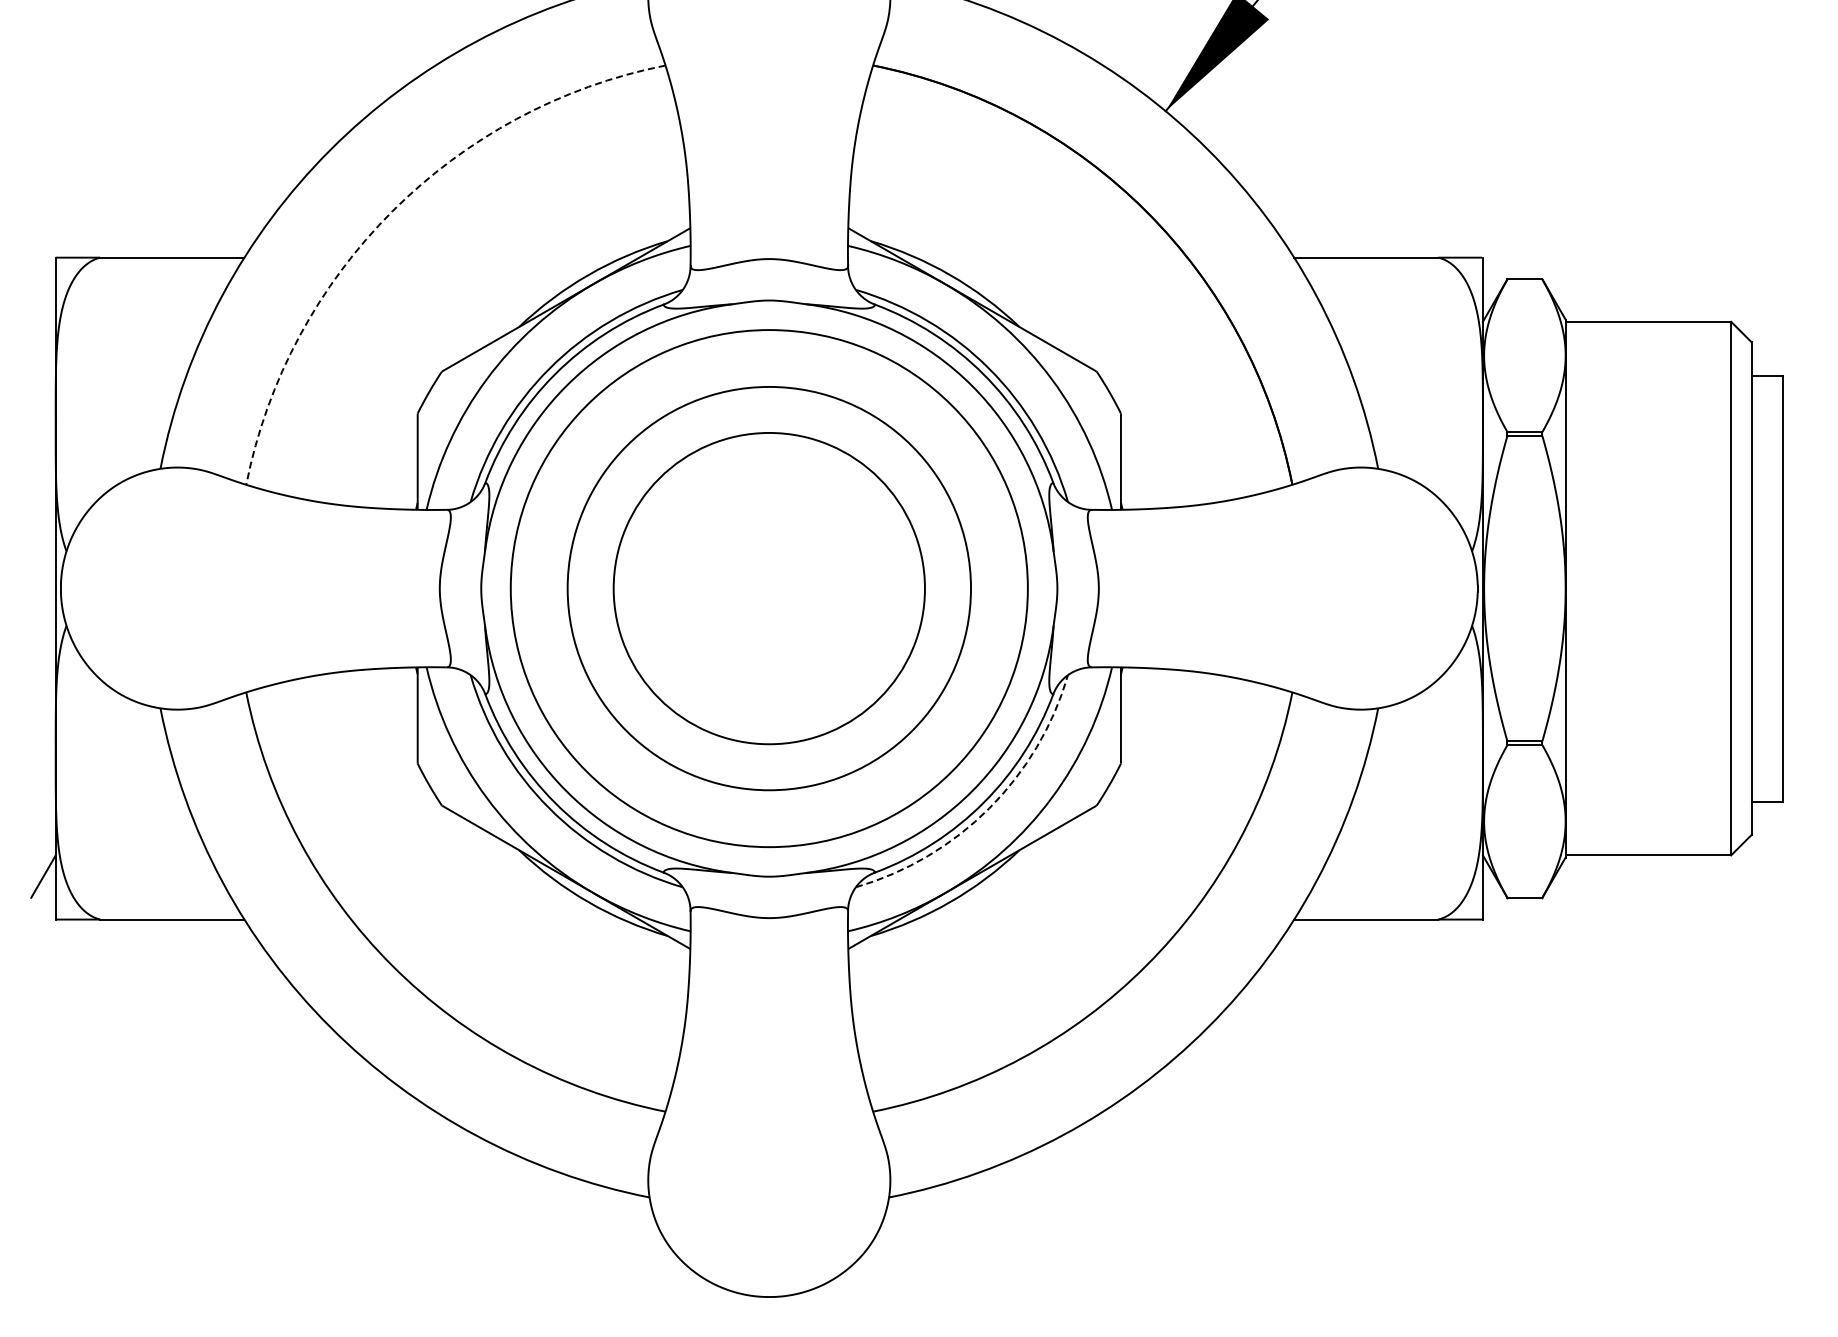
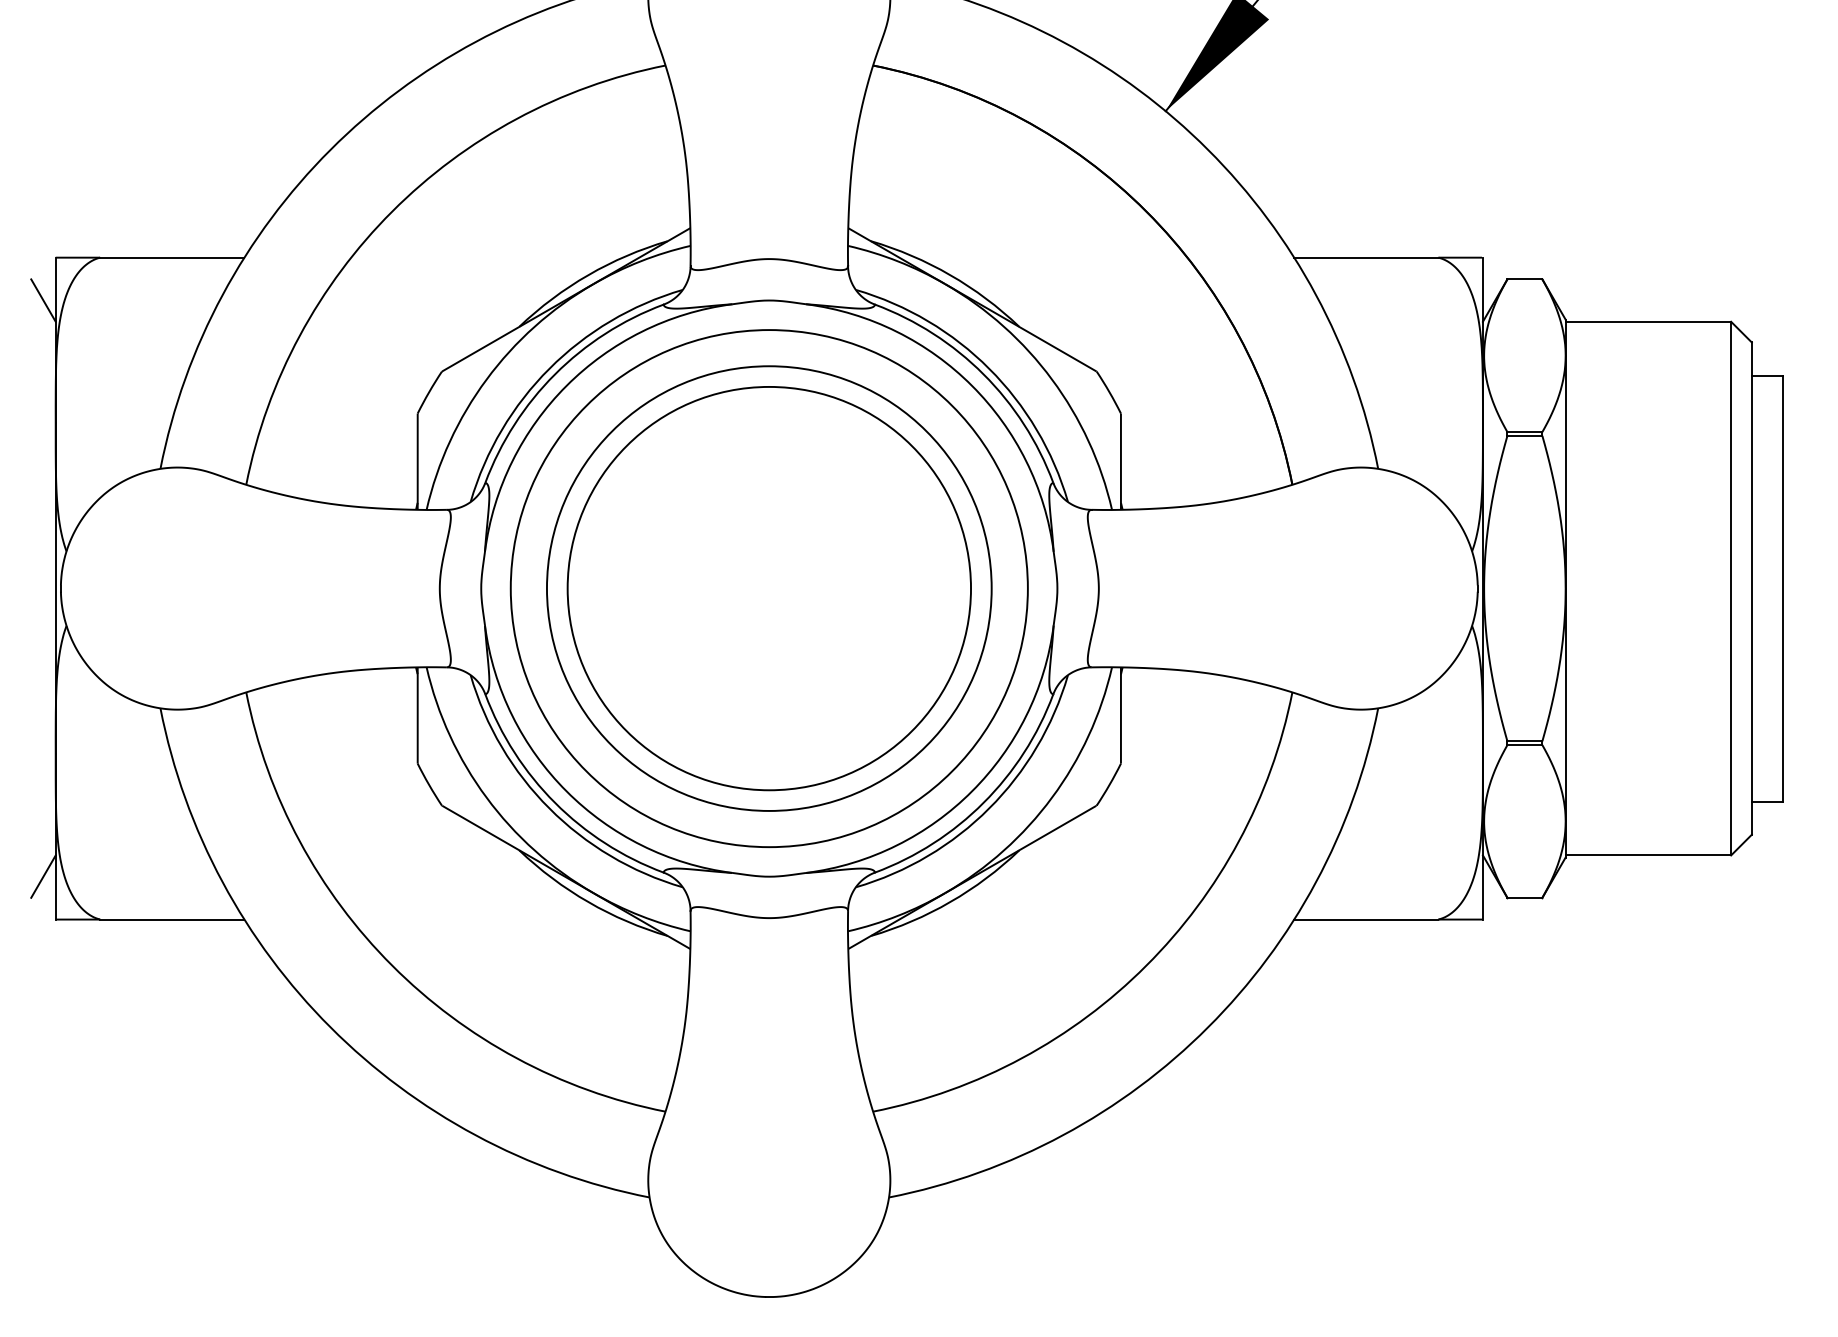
arc at (392, 211): dashed -> solid
line at (43, 300): none -> present
circle at (768, 588) diameter: 311 px -> 445 px
arc at (989, 808): dashed -> solid
